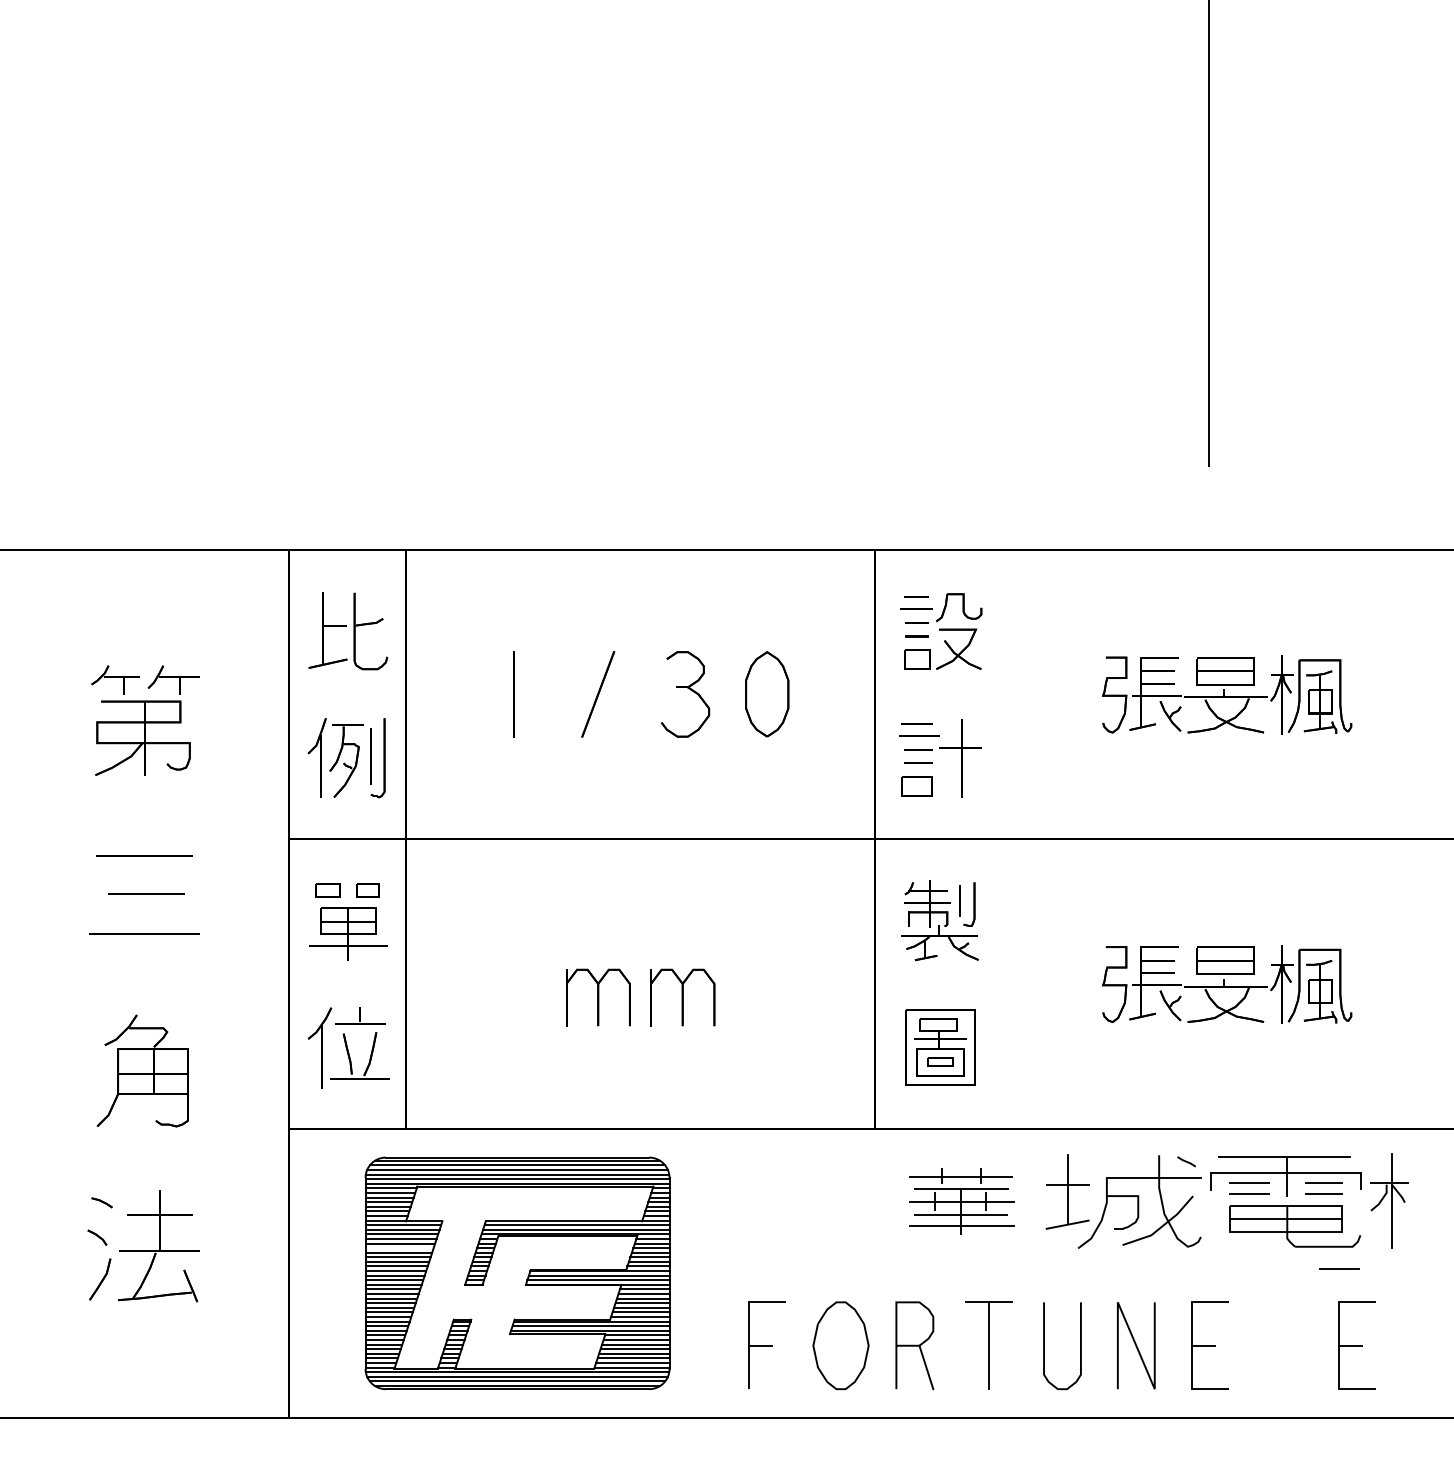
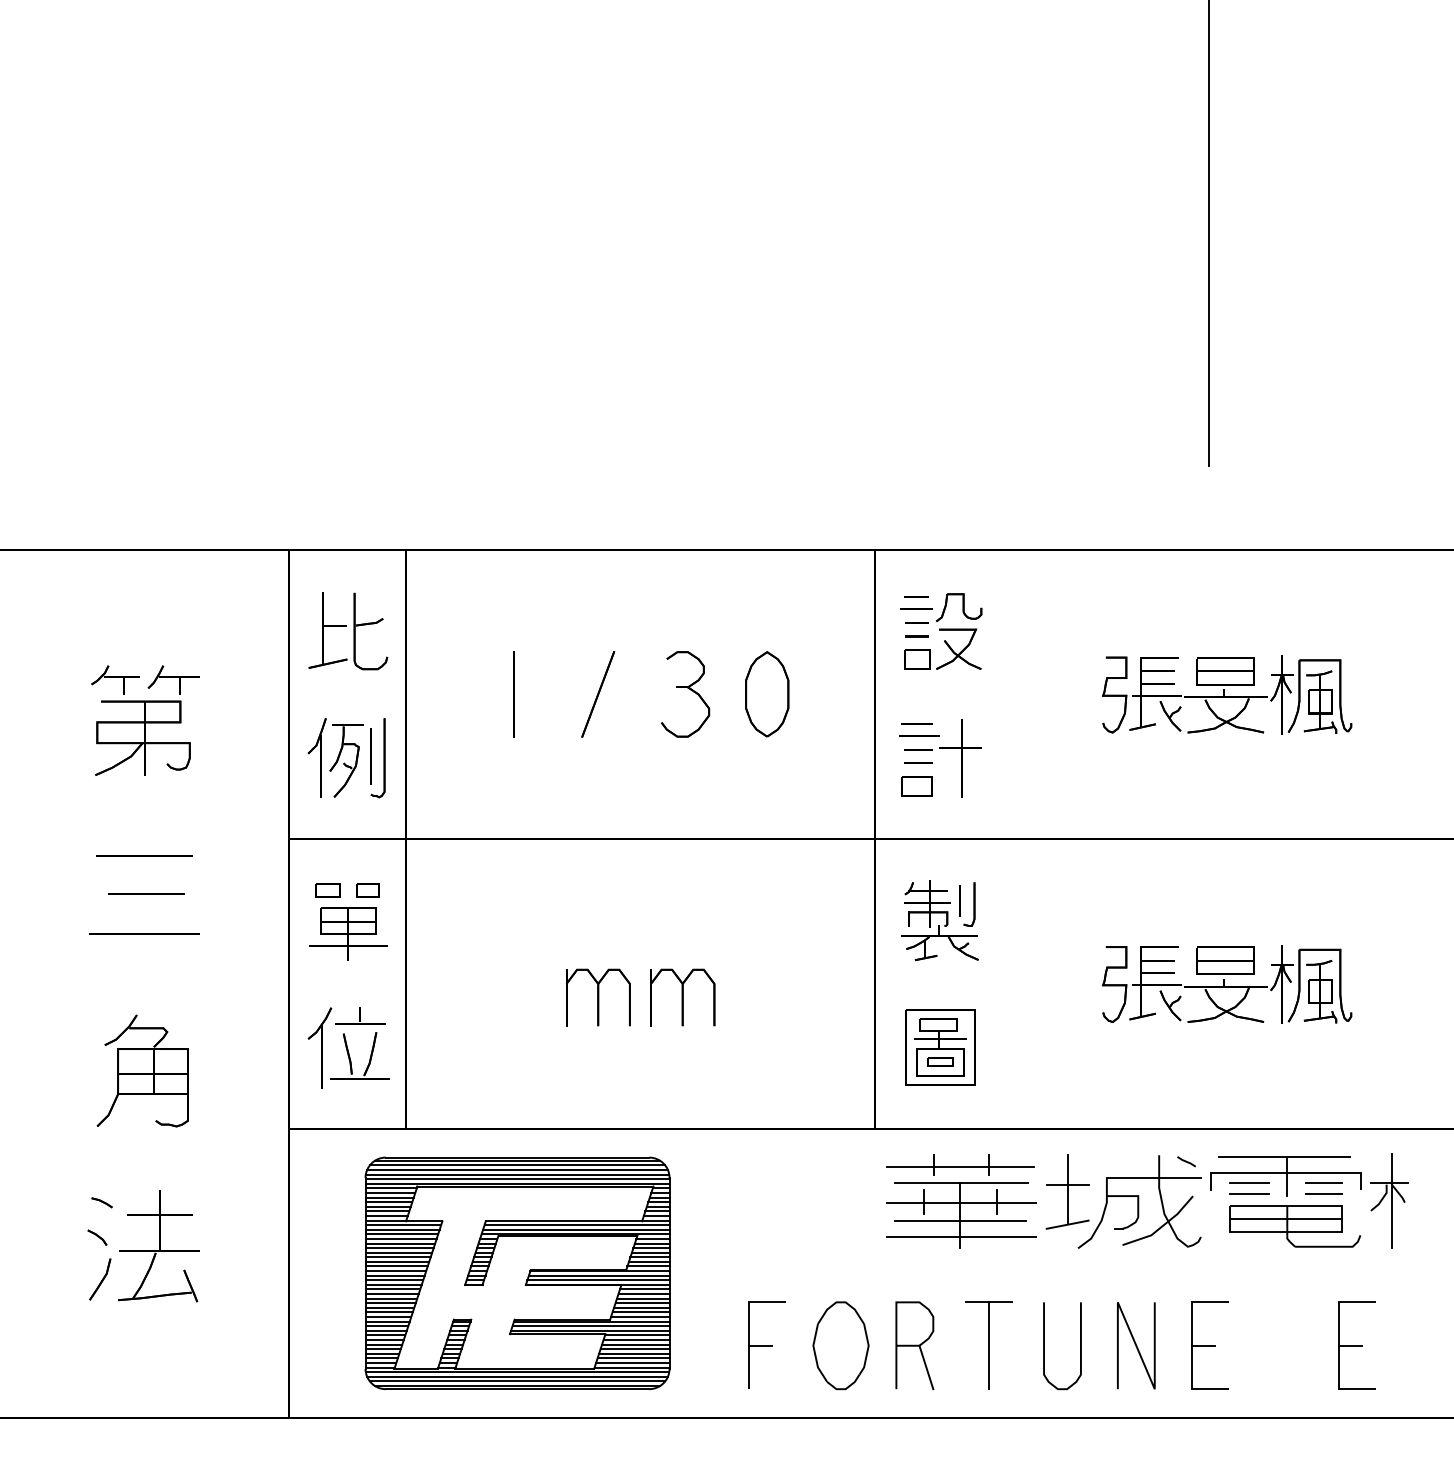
part at (961, 1201) size: 106x67 px -> 151x95 px
line at (399, 1248): none -> present
line at (1339, 1268): present -> none
